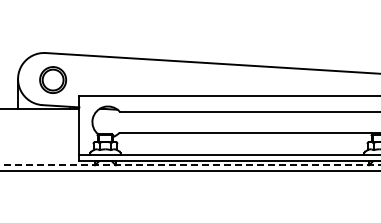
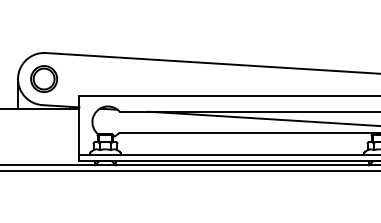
part at (53, 79) position: (53, 79) -> (44, 78)
line at (262, 118): none -> present
line at (190, 165): dashed -> solid
